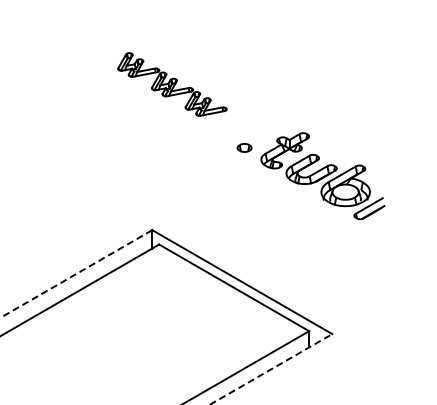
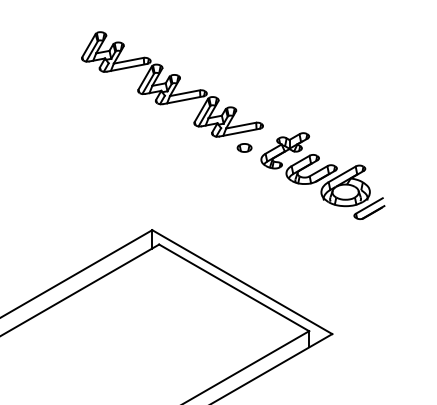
part at (172, 84) size: 111x65 px -> 183x107 px
line at (76, 274): dashed -> solid
line at (271, 369): dashed -> solid
